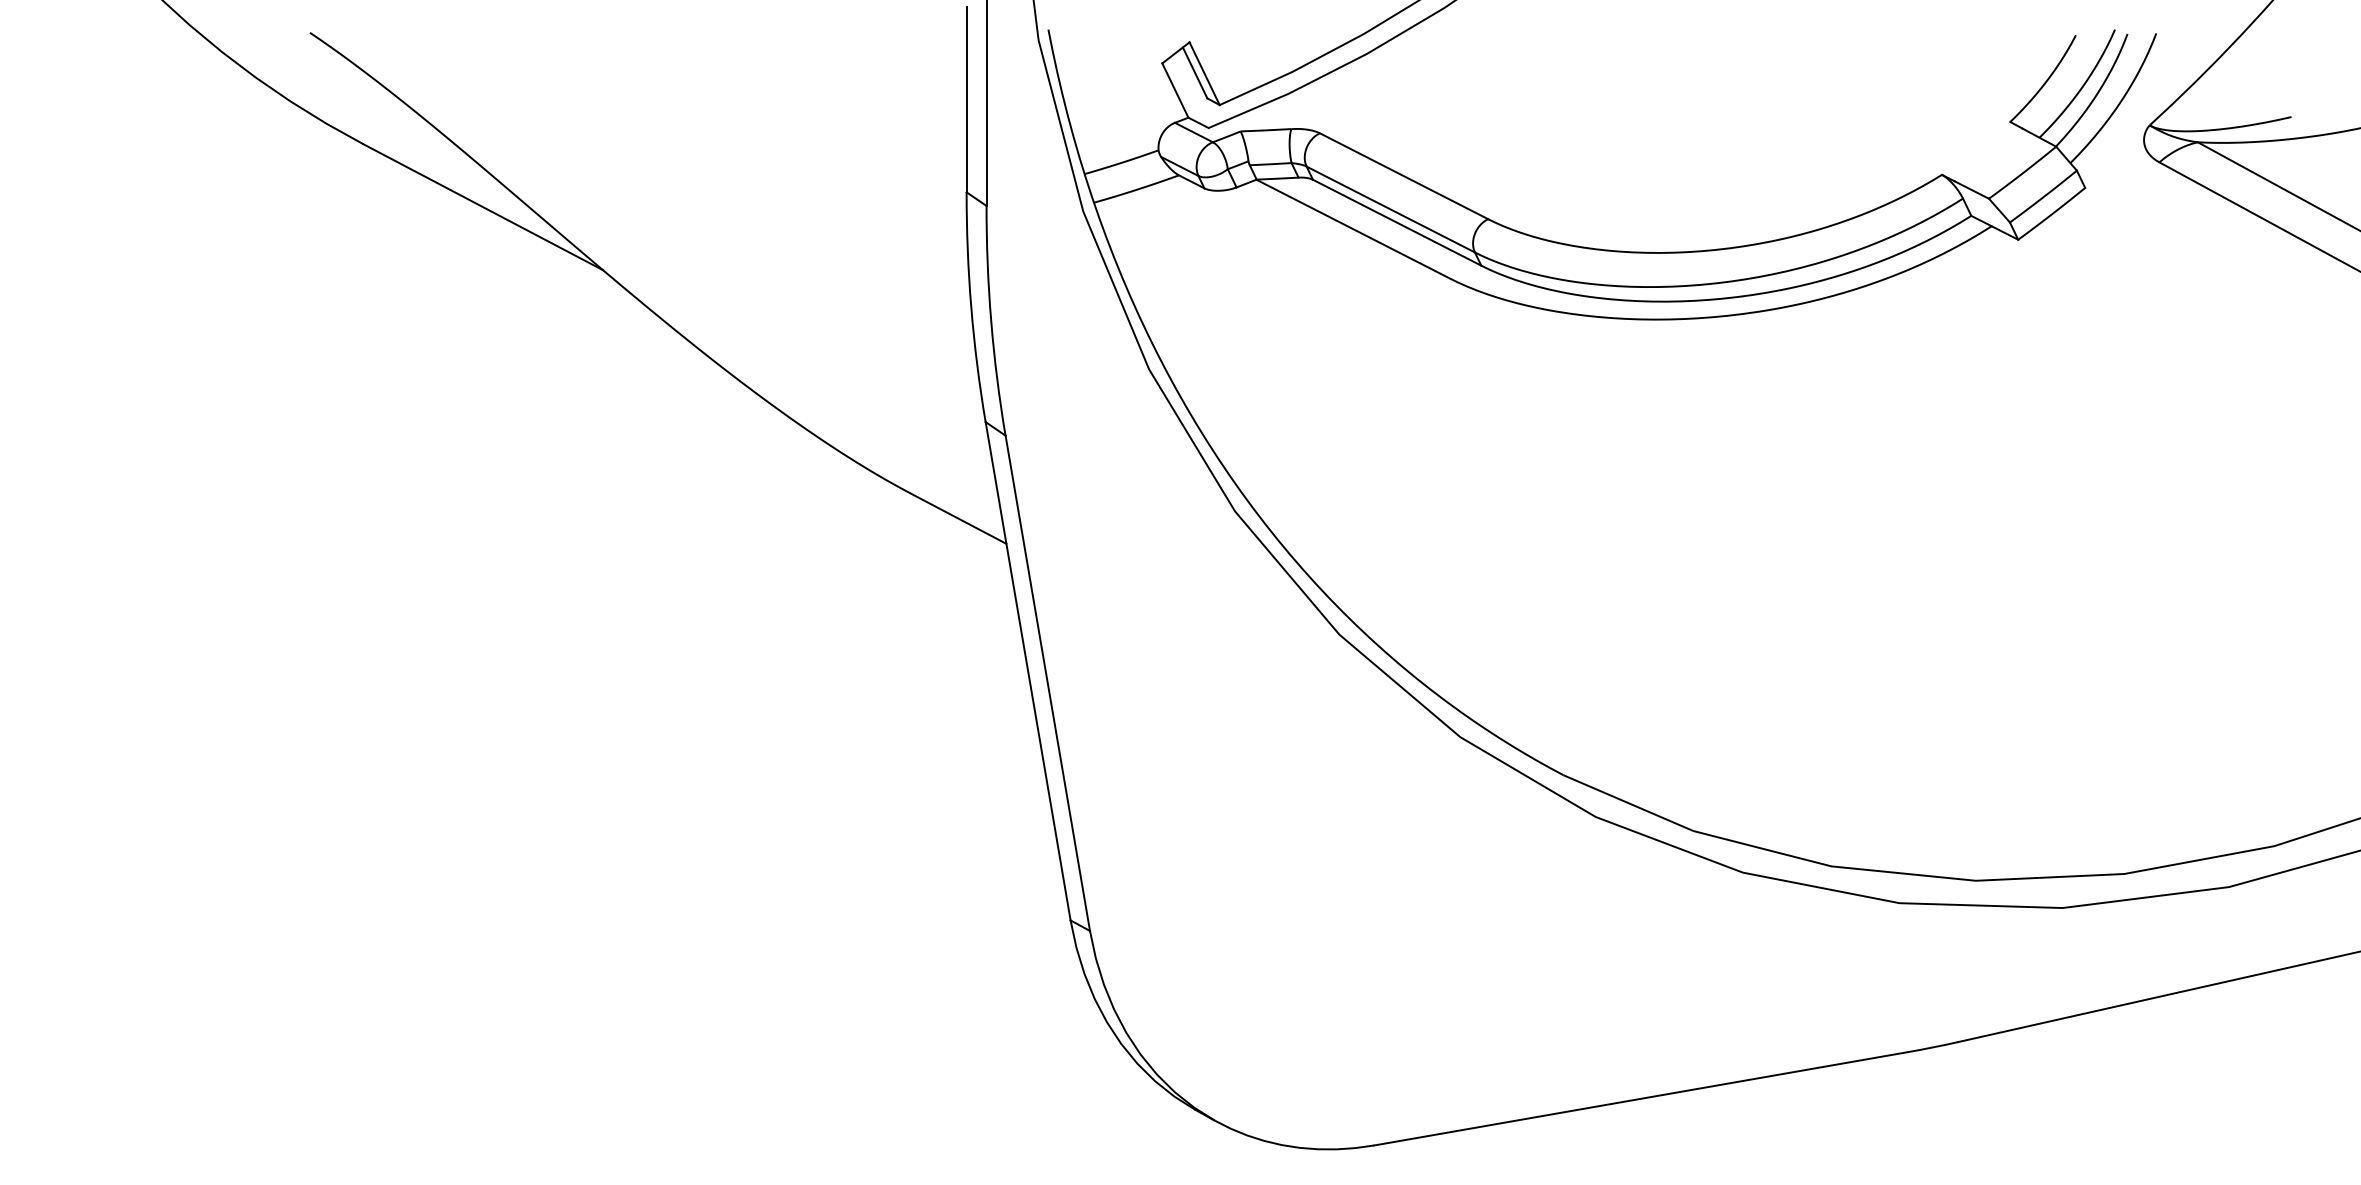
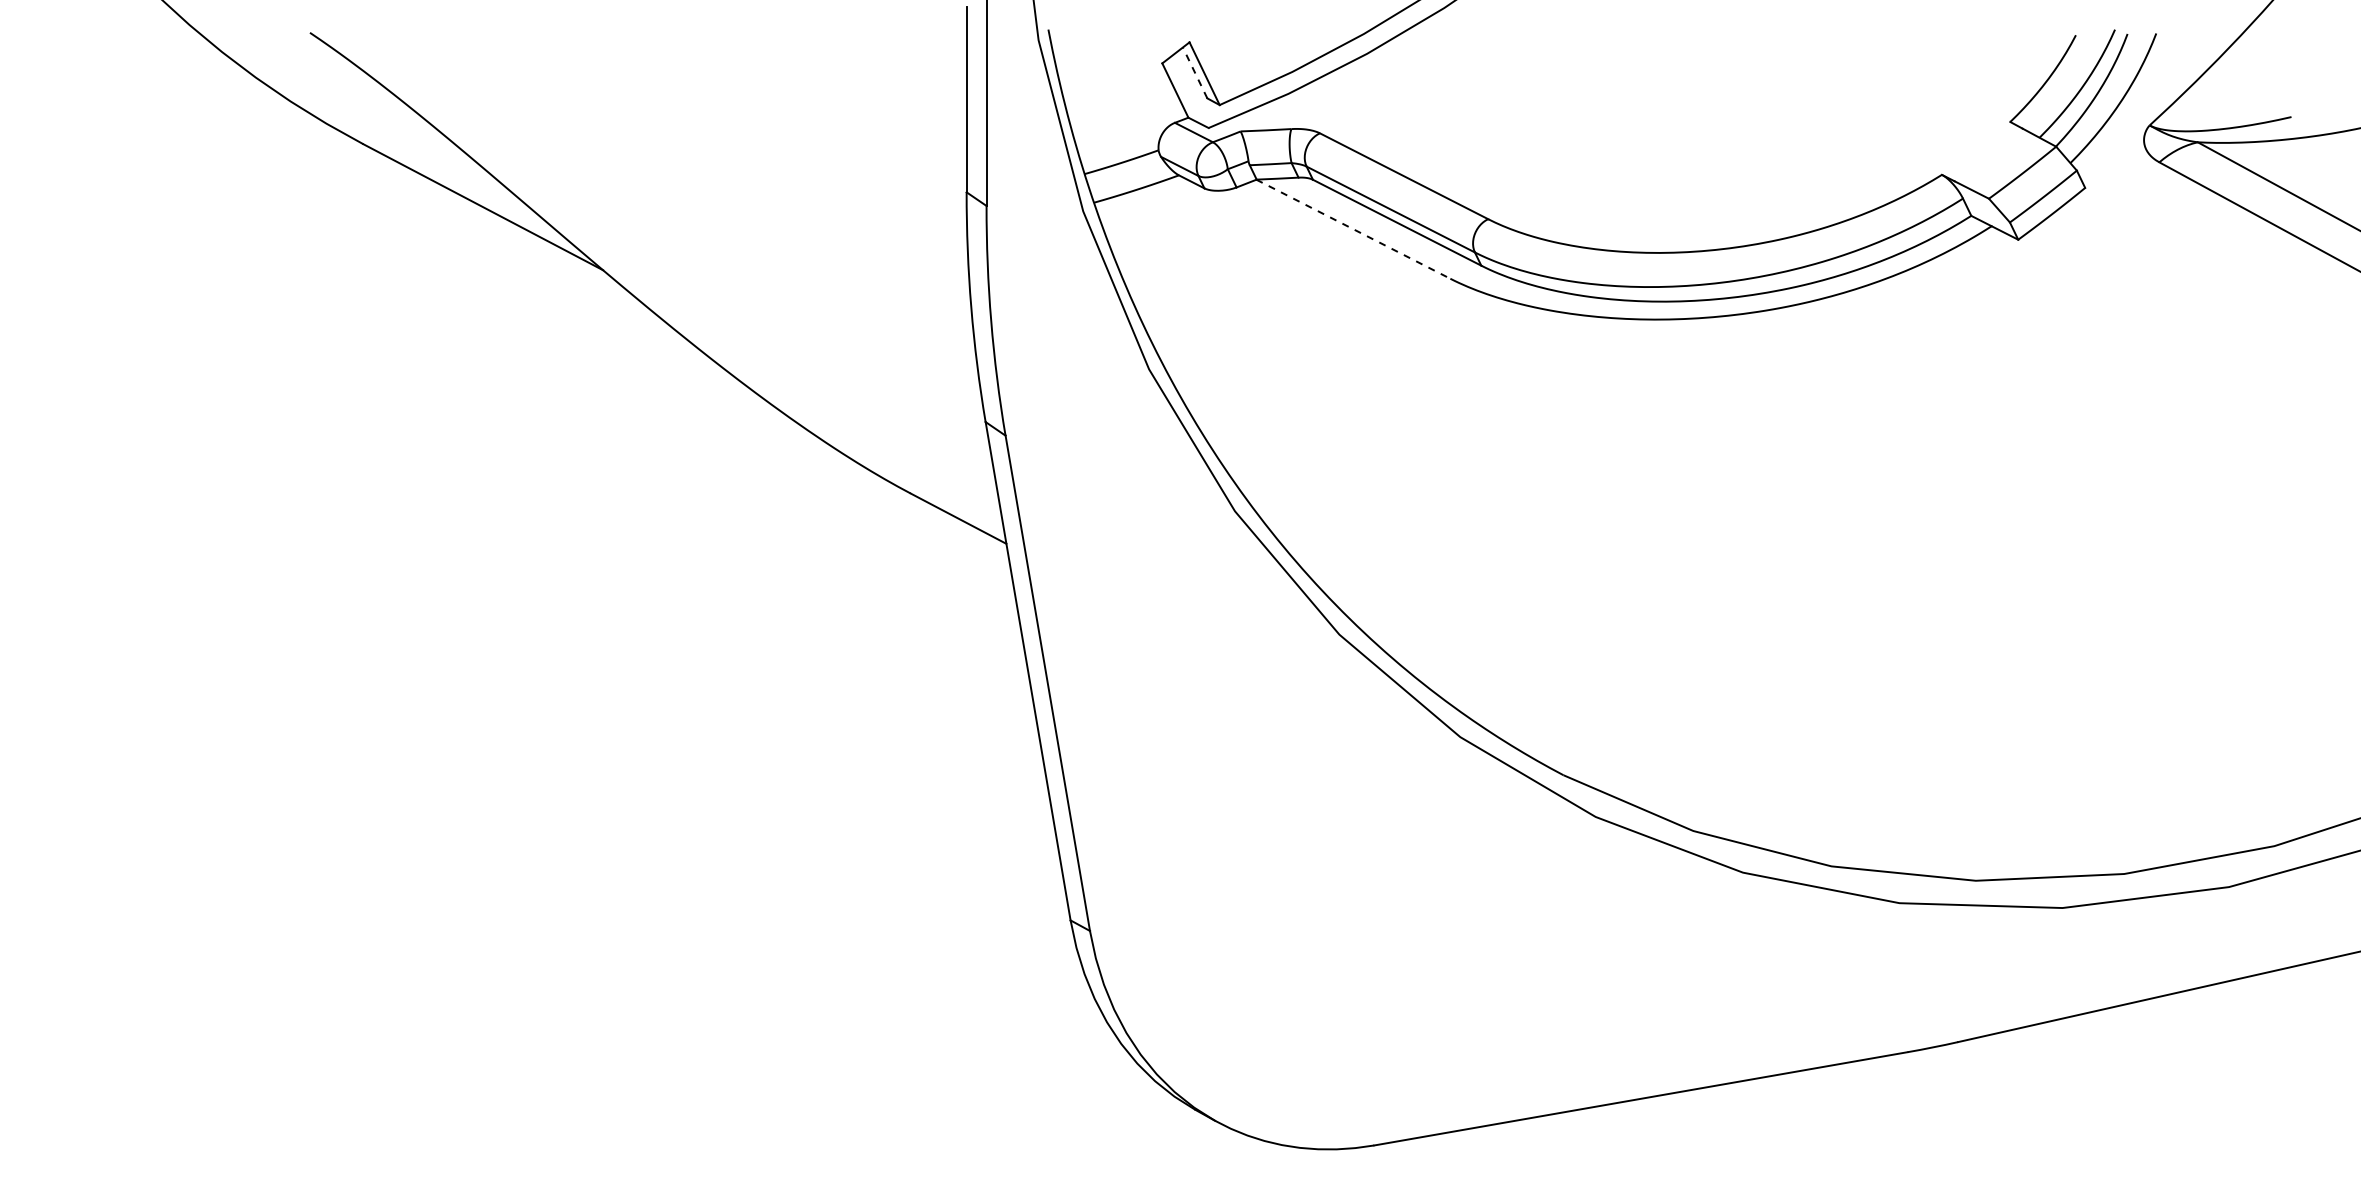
line at (1194, 72): solid -> dashed
line at (1353, 229): solid -> dashed
